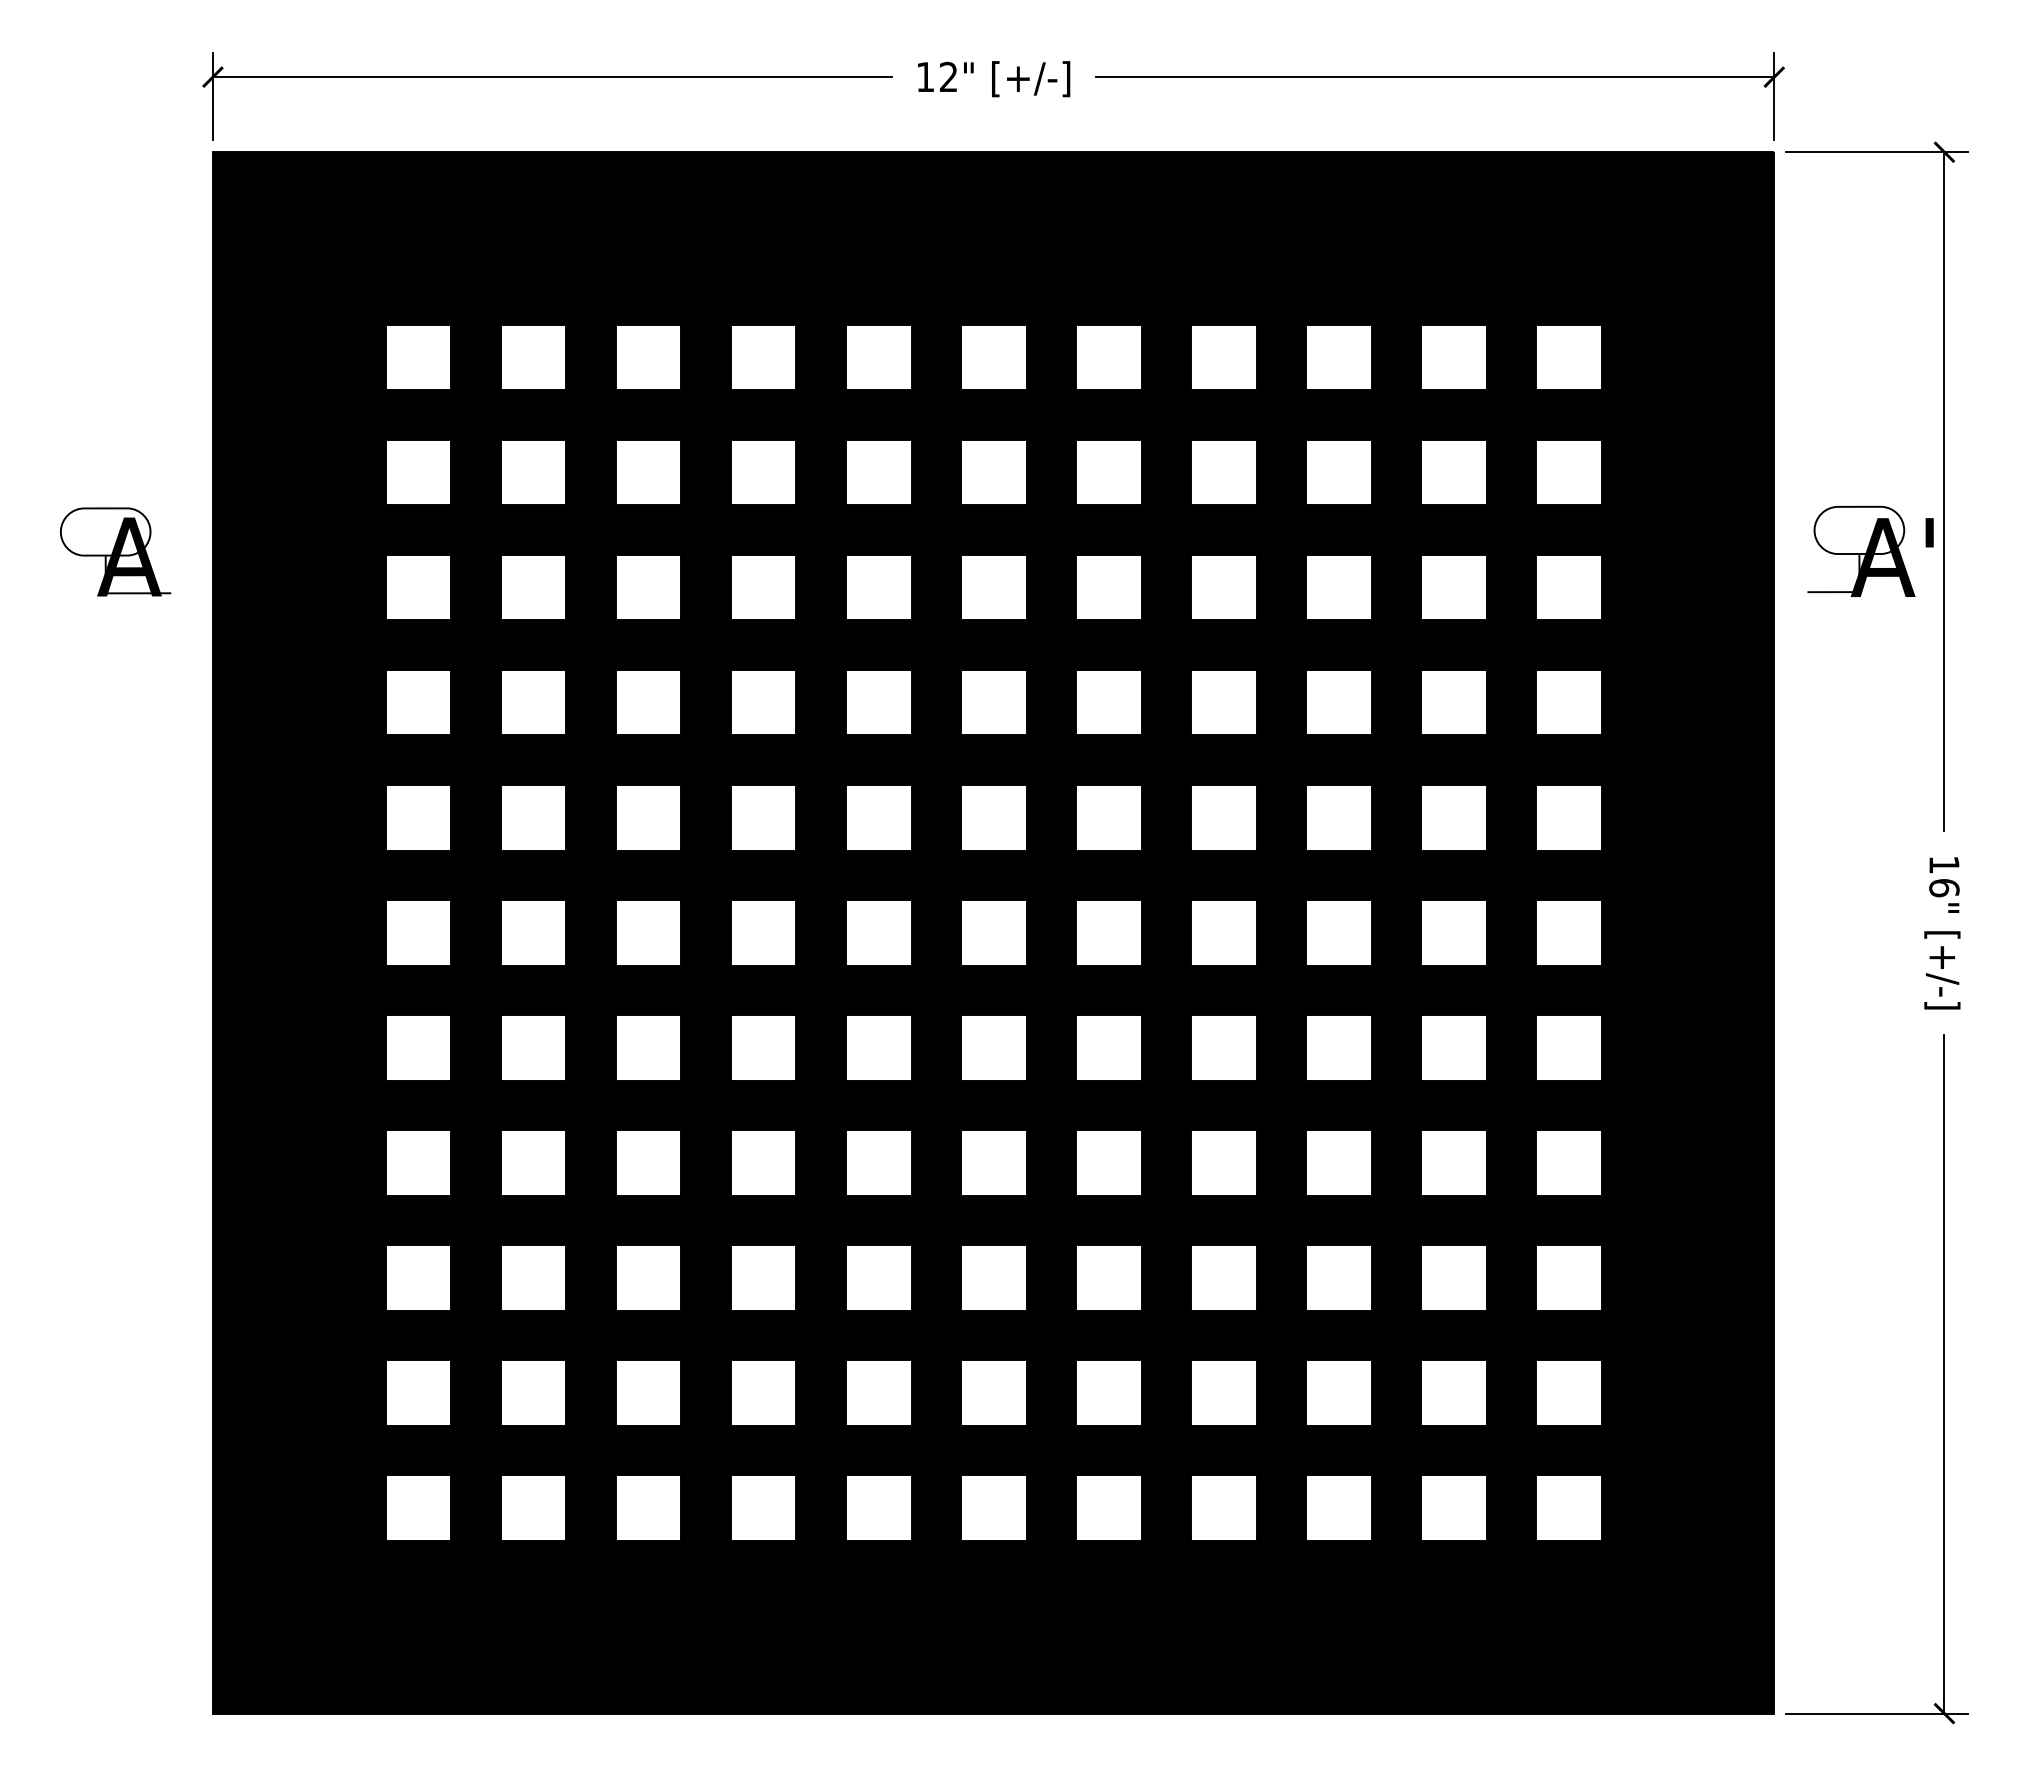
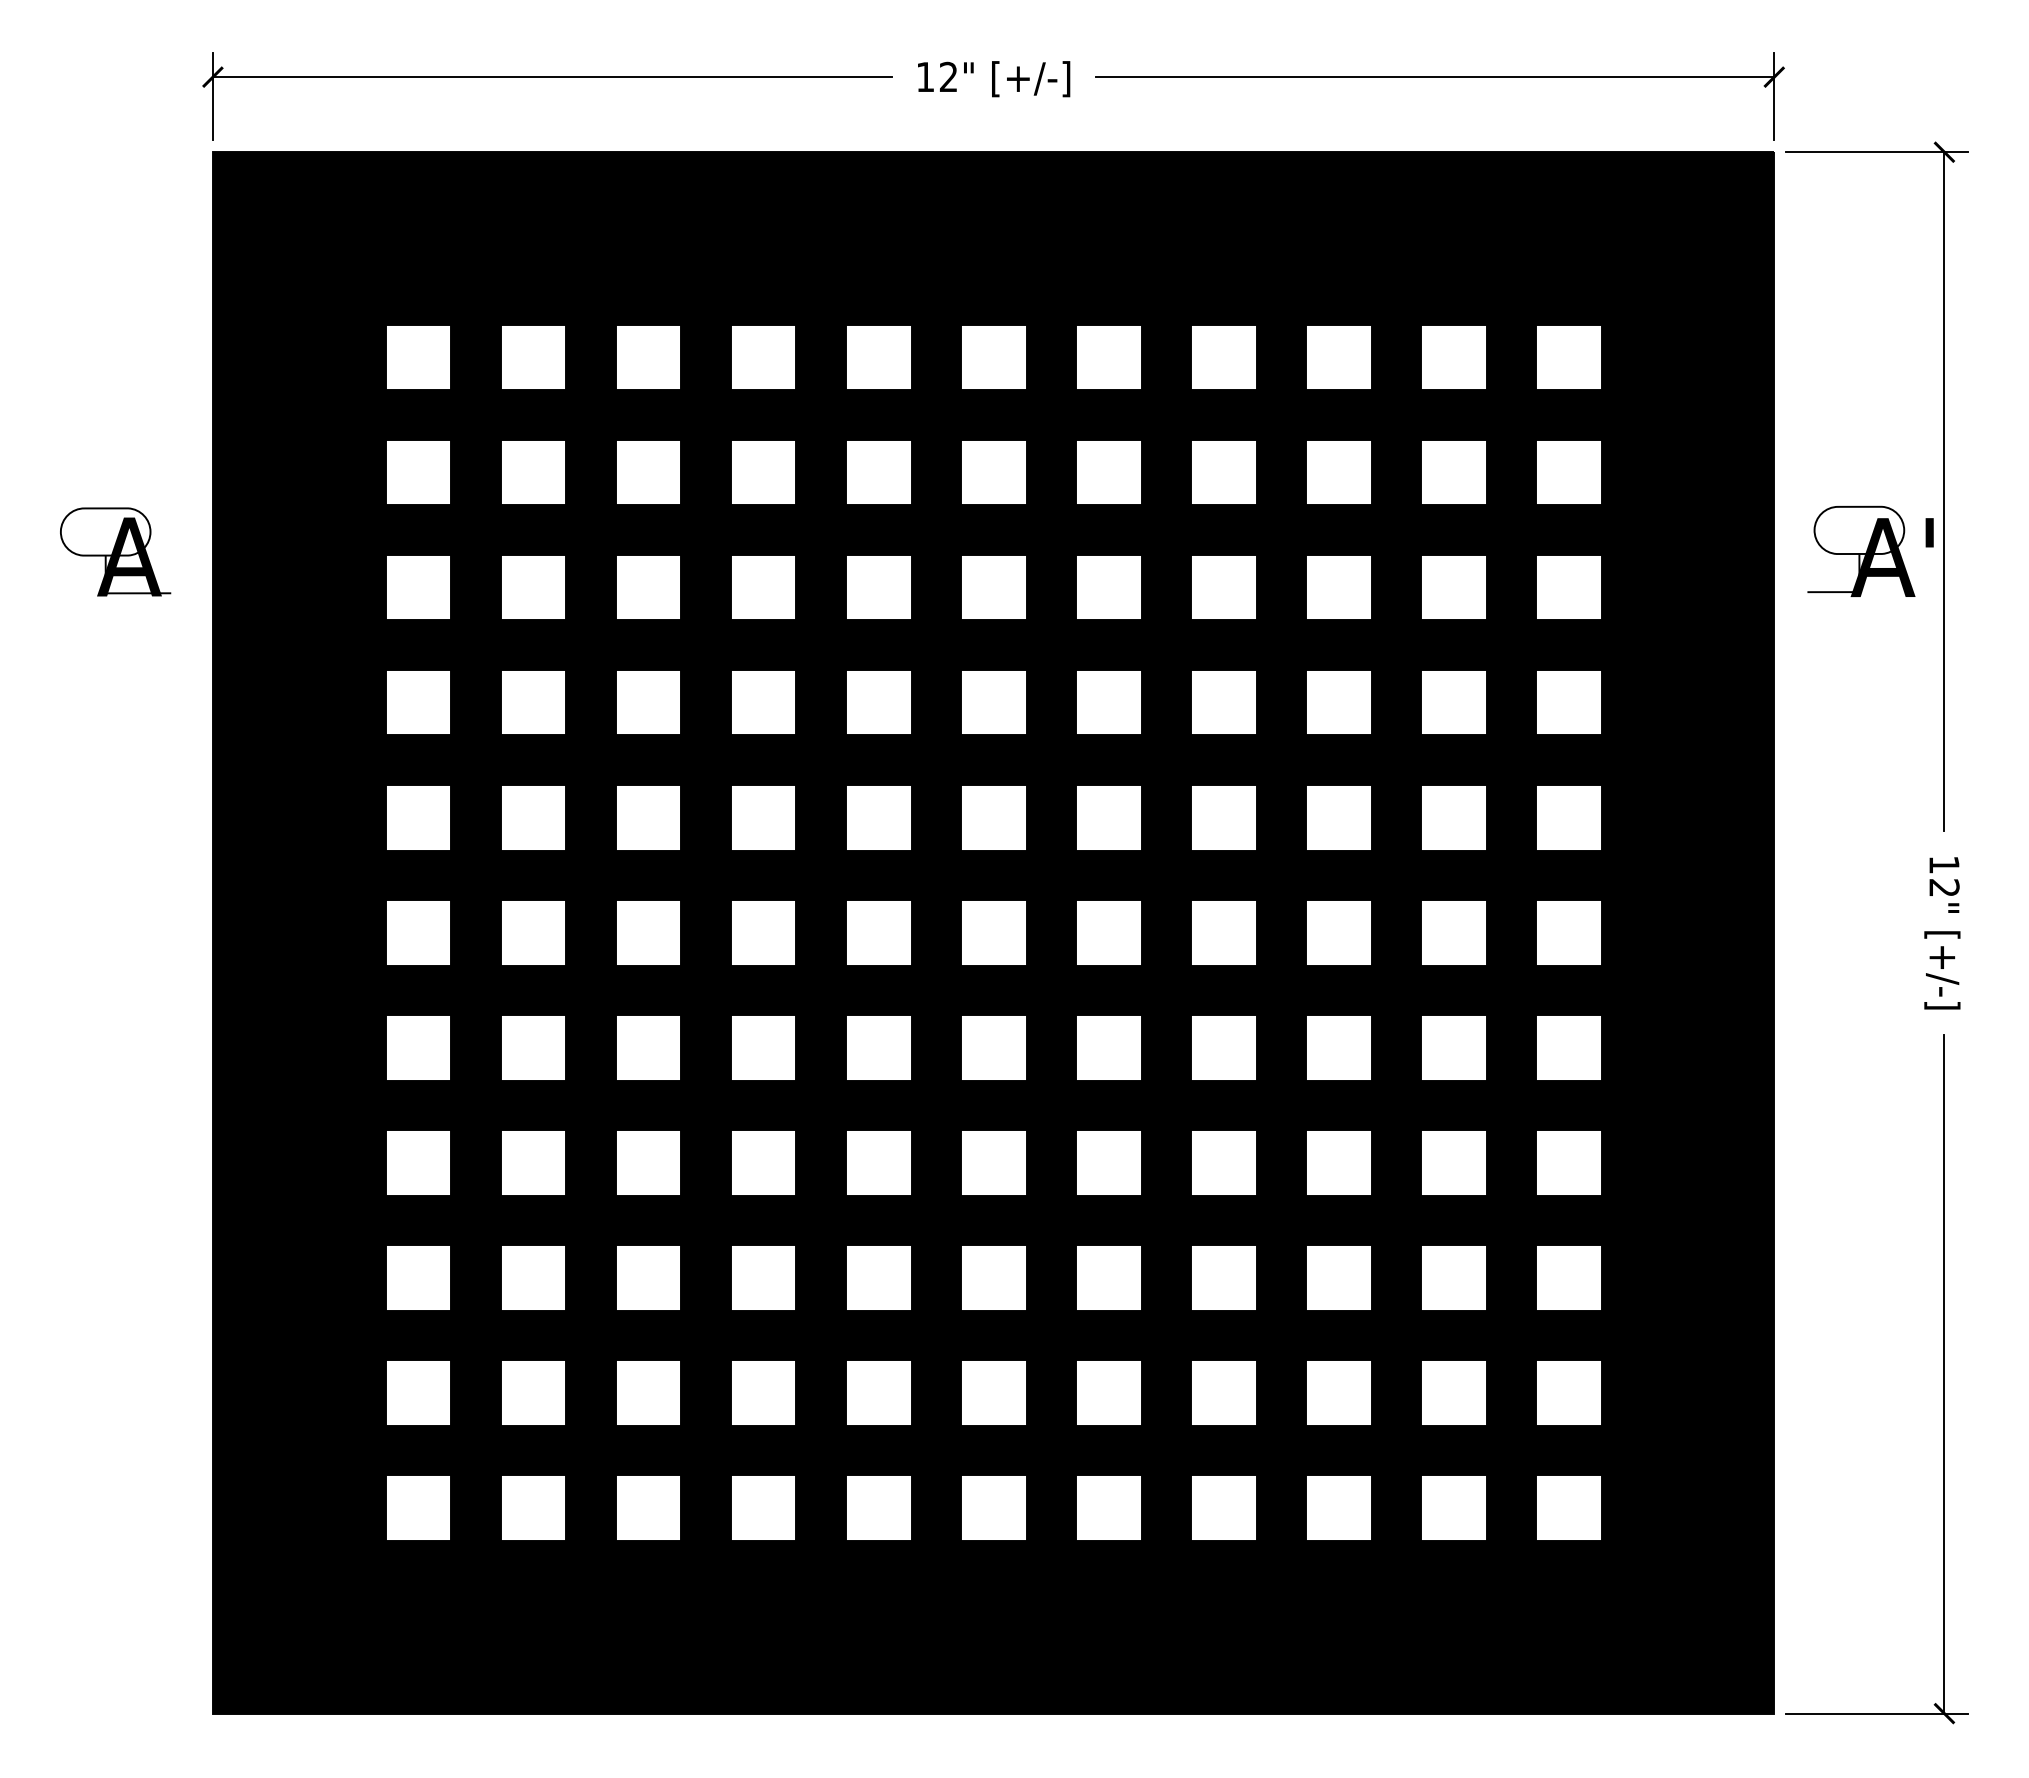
text at (1944, 888): 16" -> 12"
